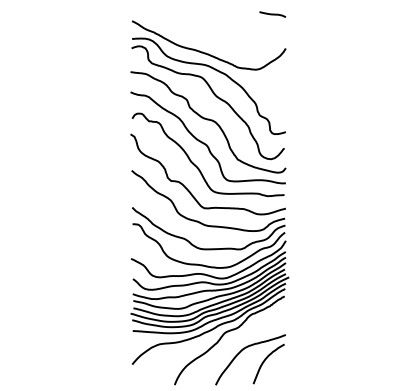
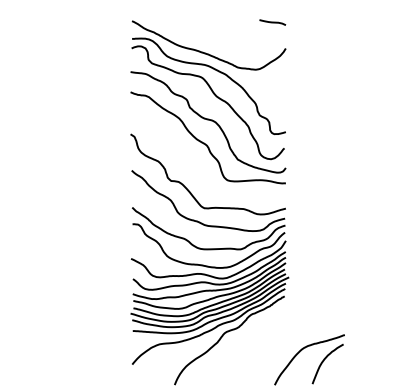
line at (272, 14) position: (272, 14) -> (272, 22)
curve at (196, 165): present -> none
part at (260, 364) position: (260, 364) -> (319, 364)
